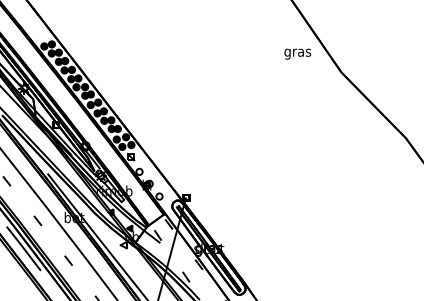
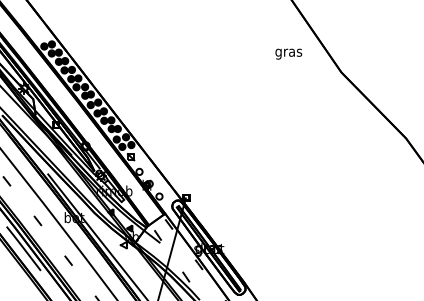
text at (297, 53) position: (297, 53) -> (288, 53)
